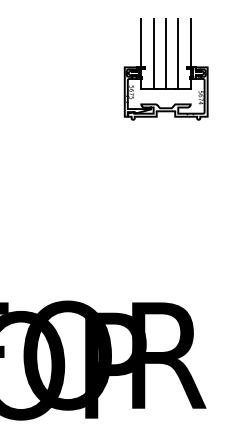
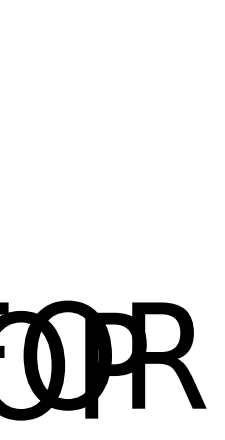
part at (165, 69): present -> none
